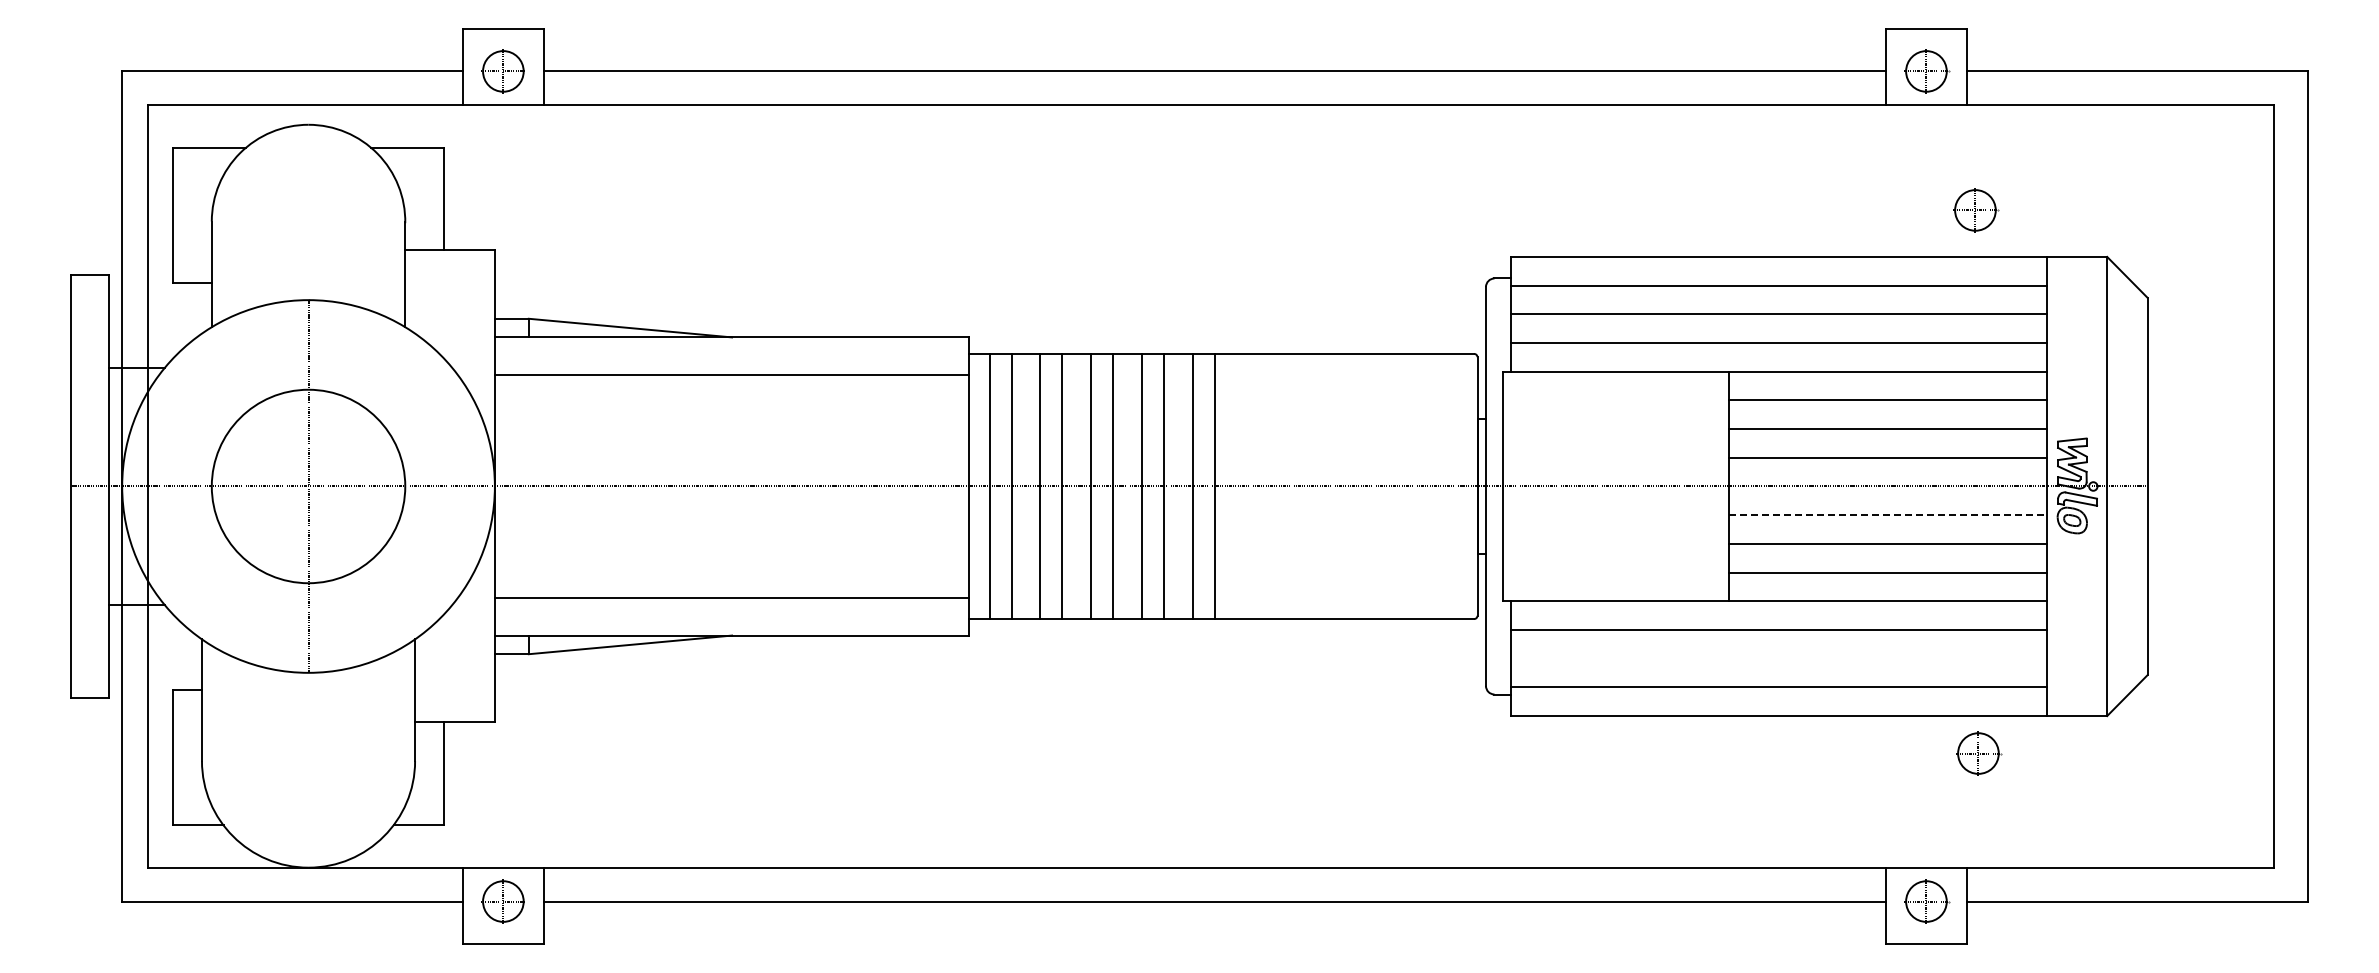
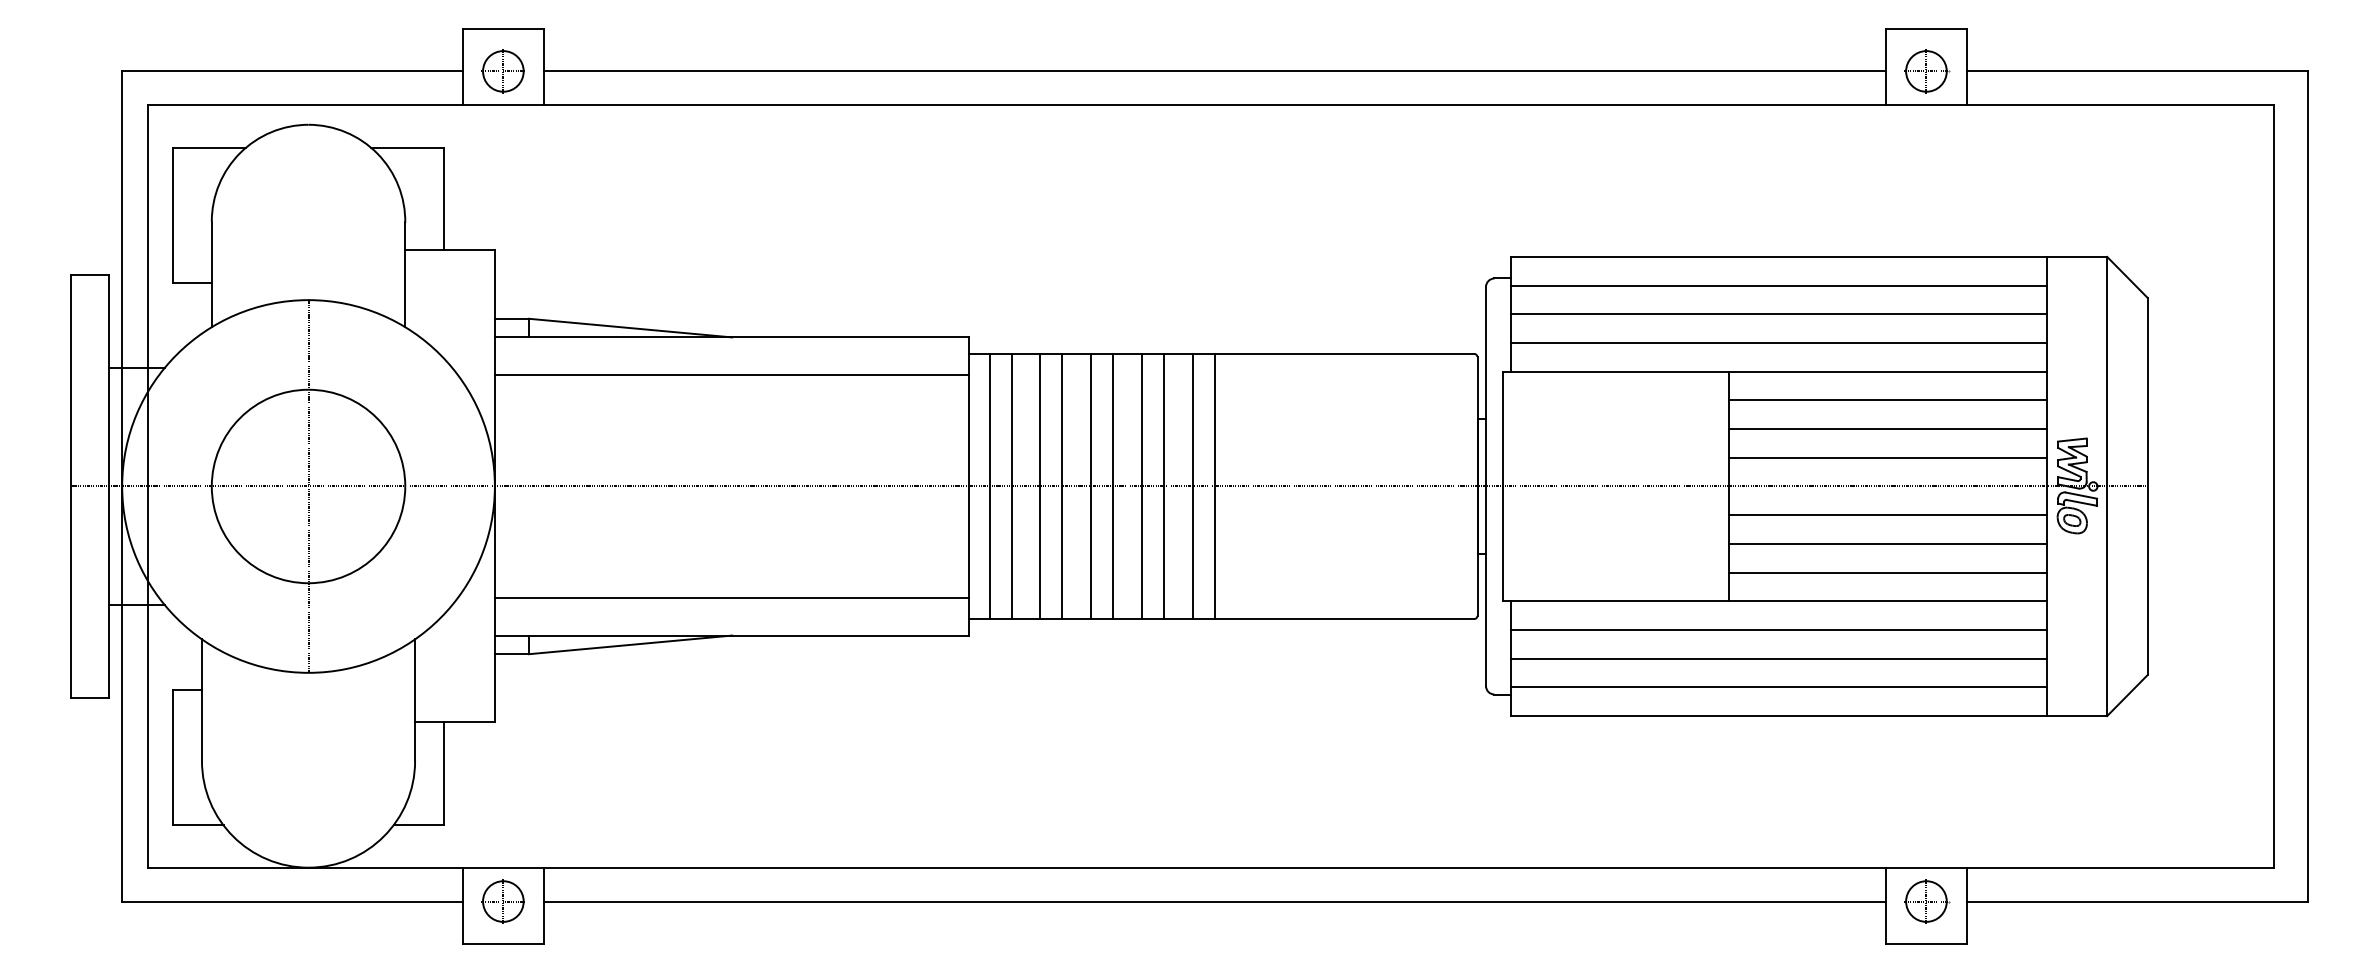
part at (1976, 210): present -> none
line at (1887, 515): dashed -> solid
line at (1778, 658): none -> present
part at (1979, 753): present -> none
